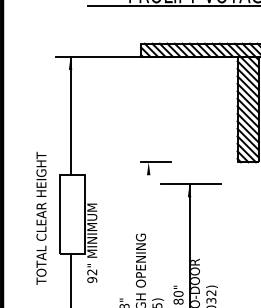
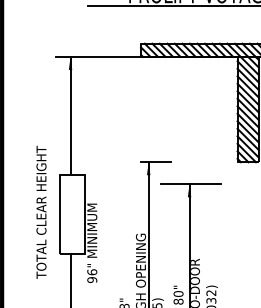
text at (41, 217) position: (41, 217) -> (41, 211)
line at (148, 233): none -> present
text at (92, 272): 92" -> 96"
